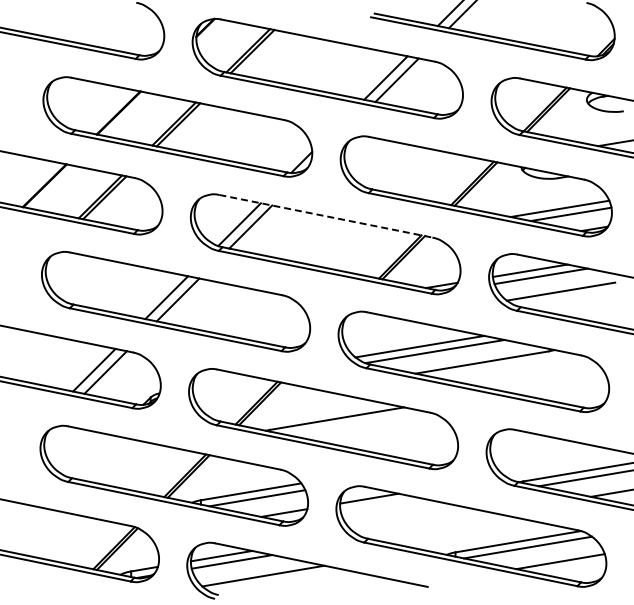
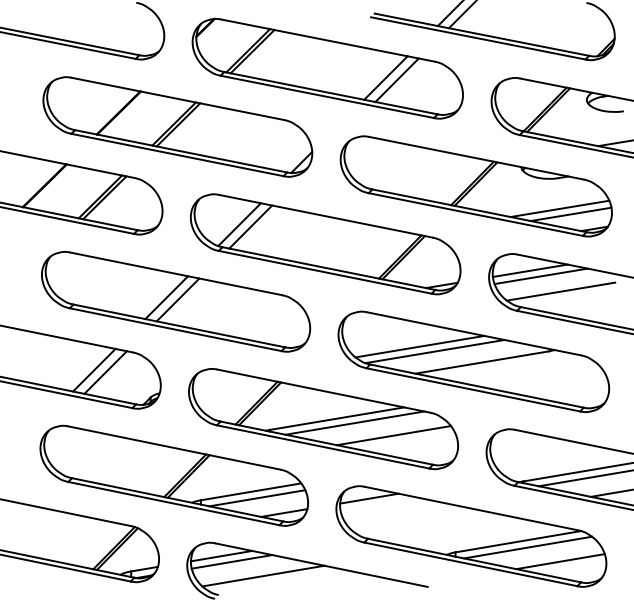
line at (325, 216): dashed -> solid
line at (354, 422): none -> present
line at (393, 435): none -> present
